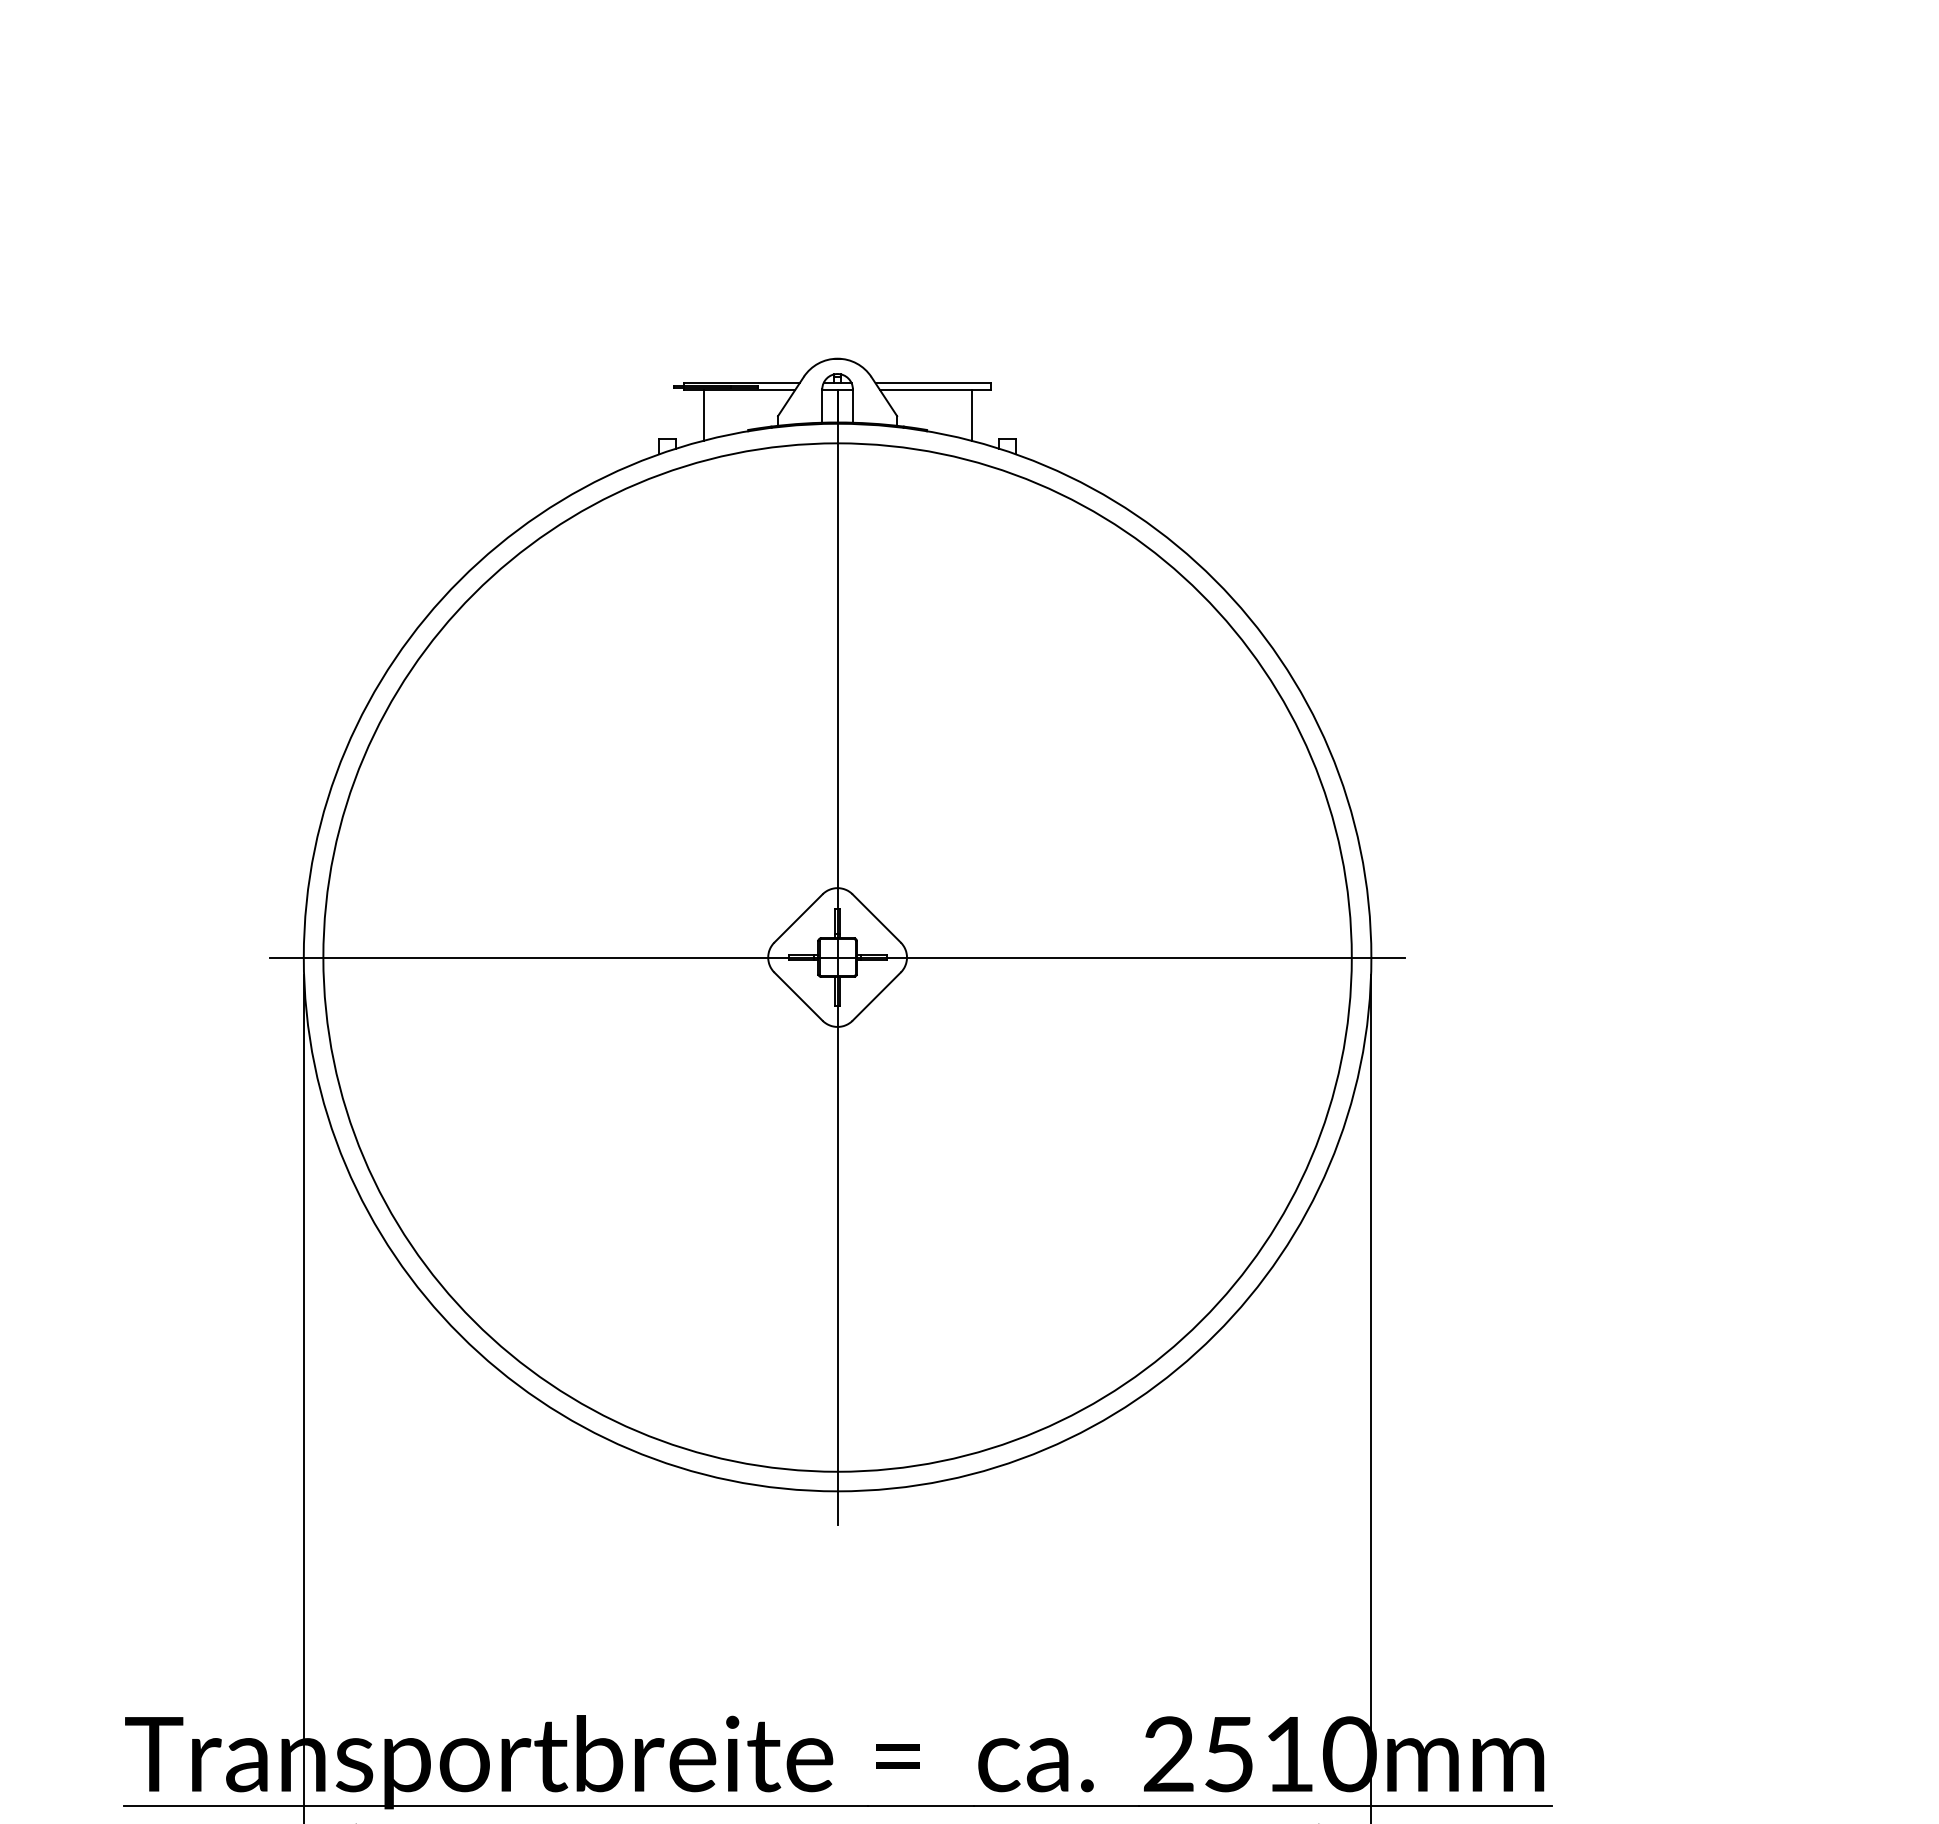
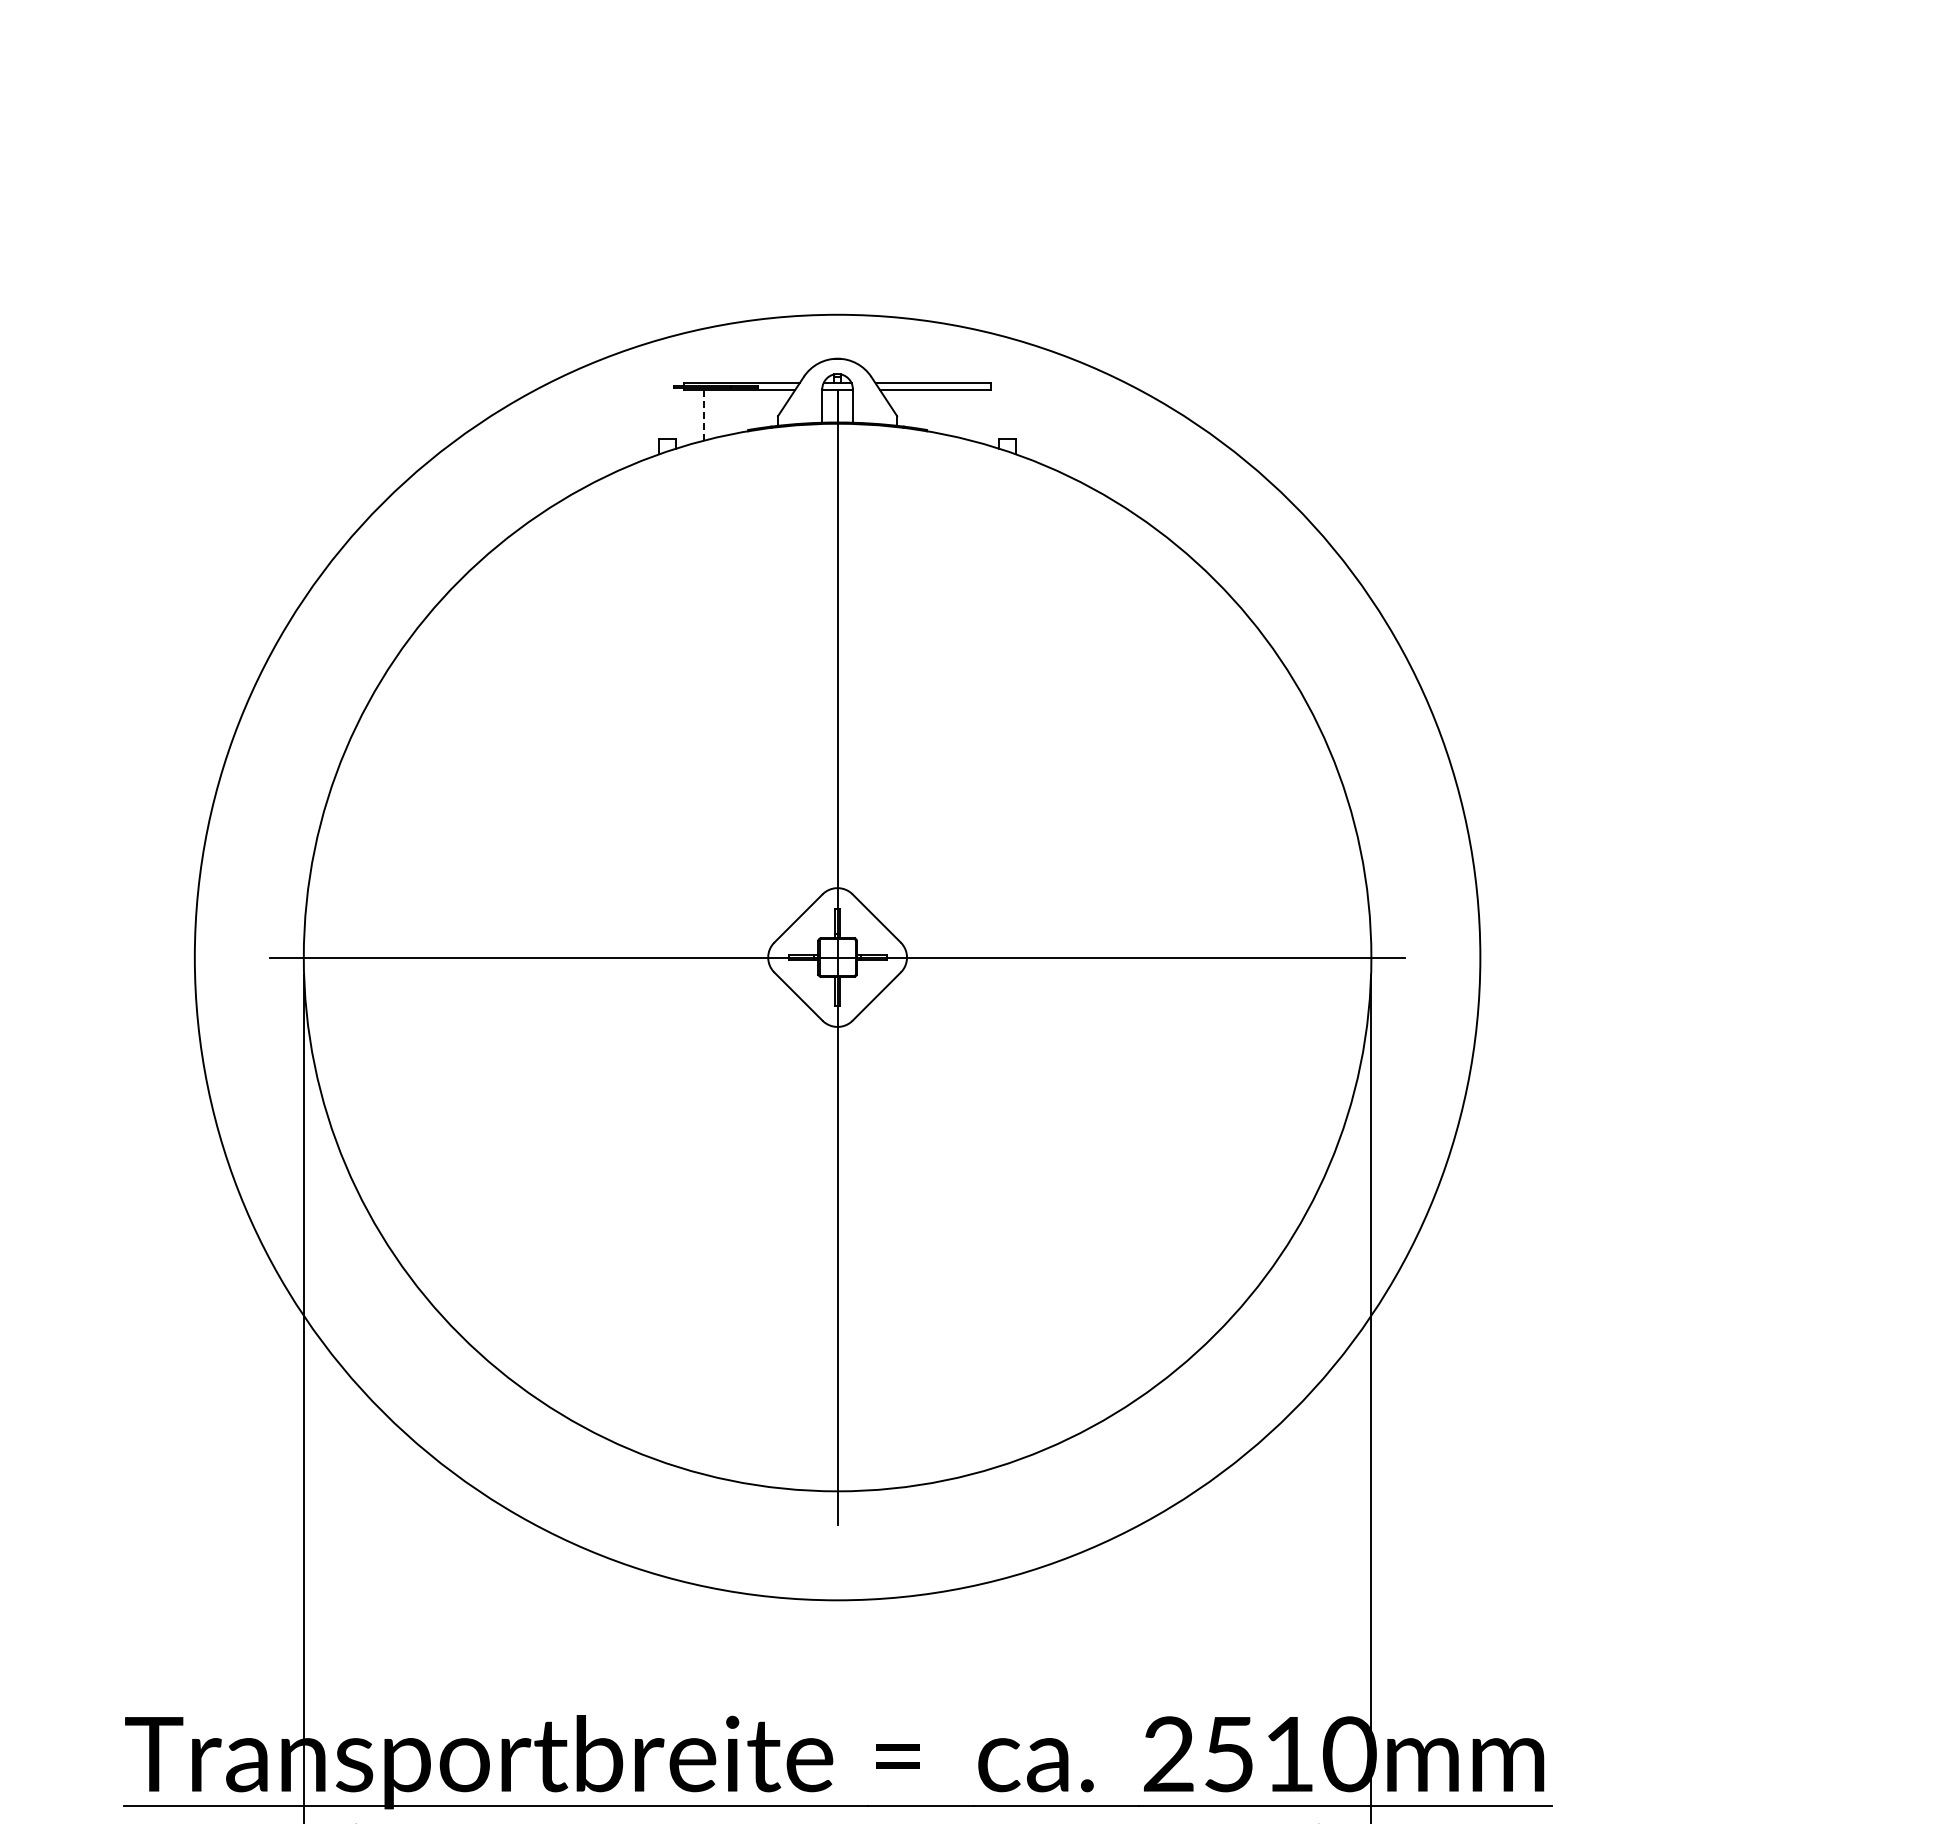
line at (703, 415): solid -> dashed
line at (971, 415): present -> none
circle at (837, 957) diameter: 1028 px -> 1286 px
